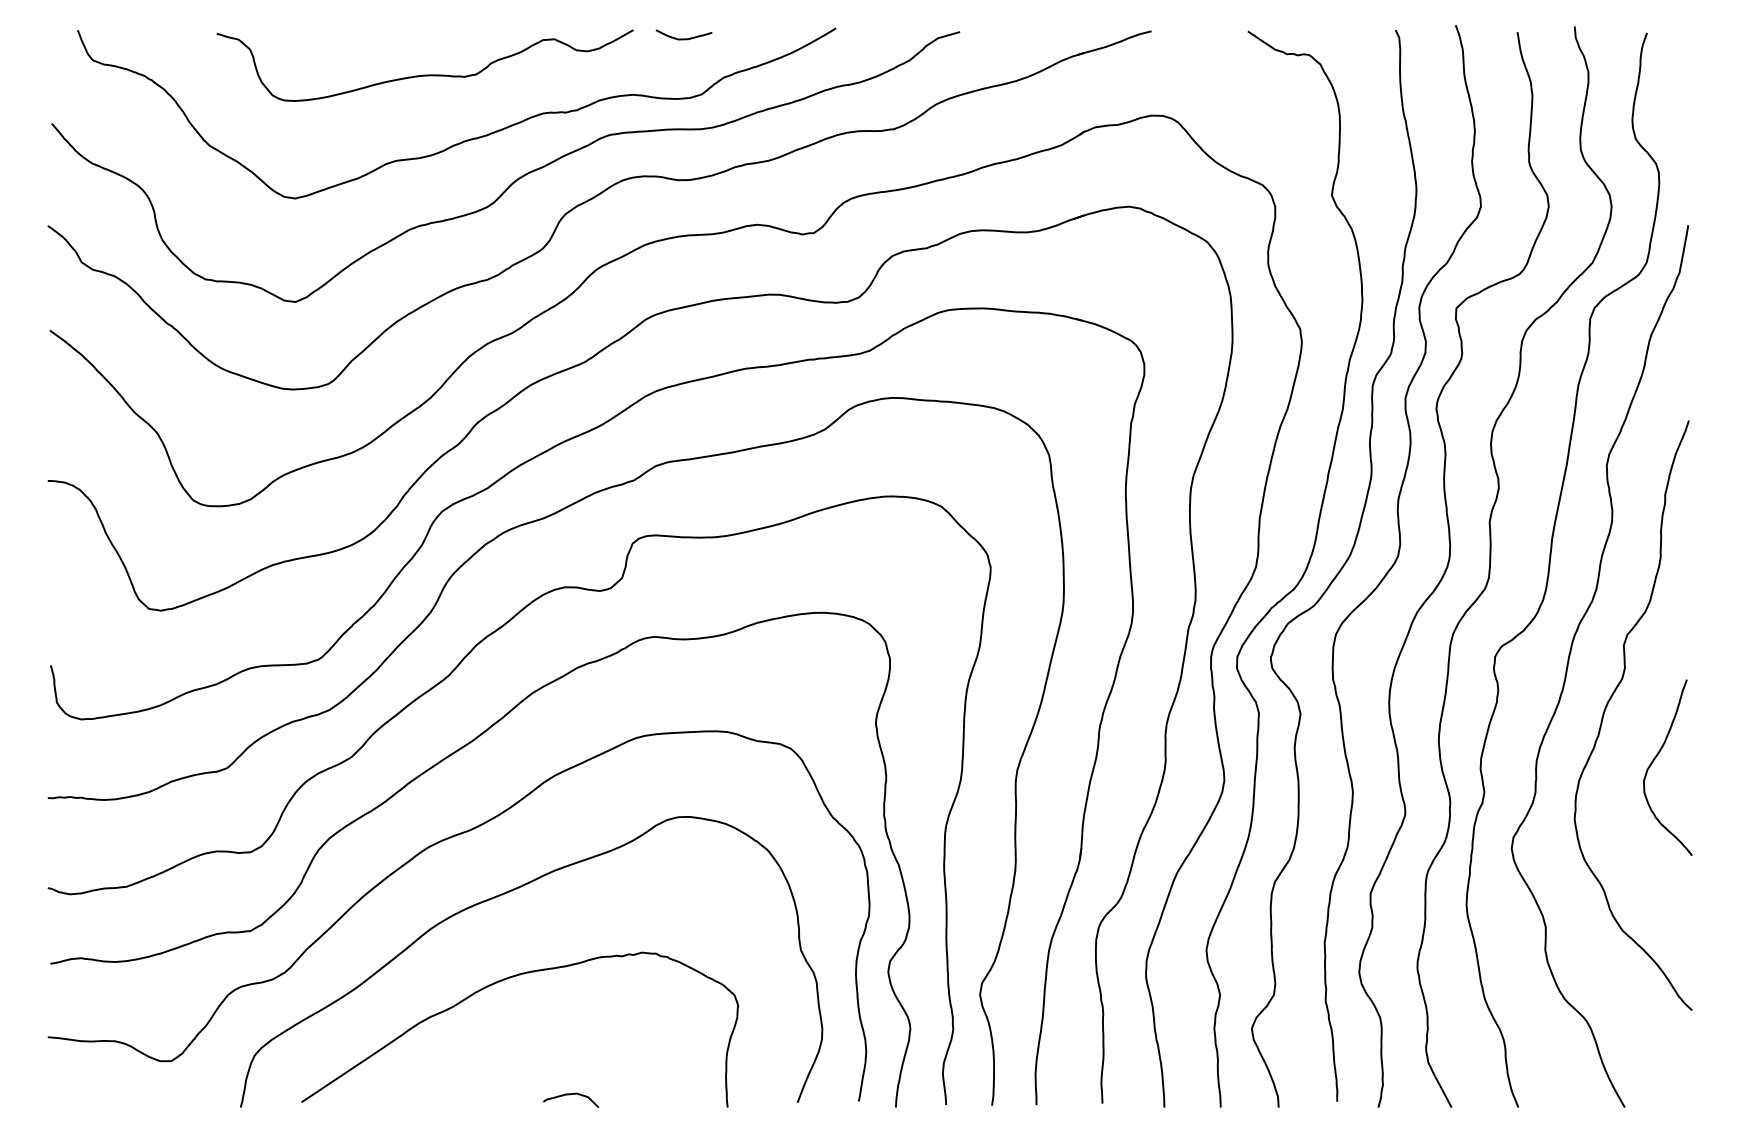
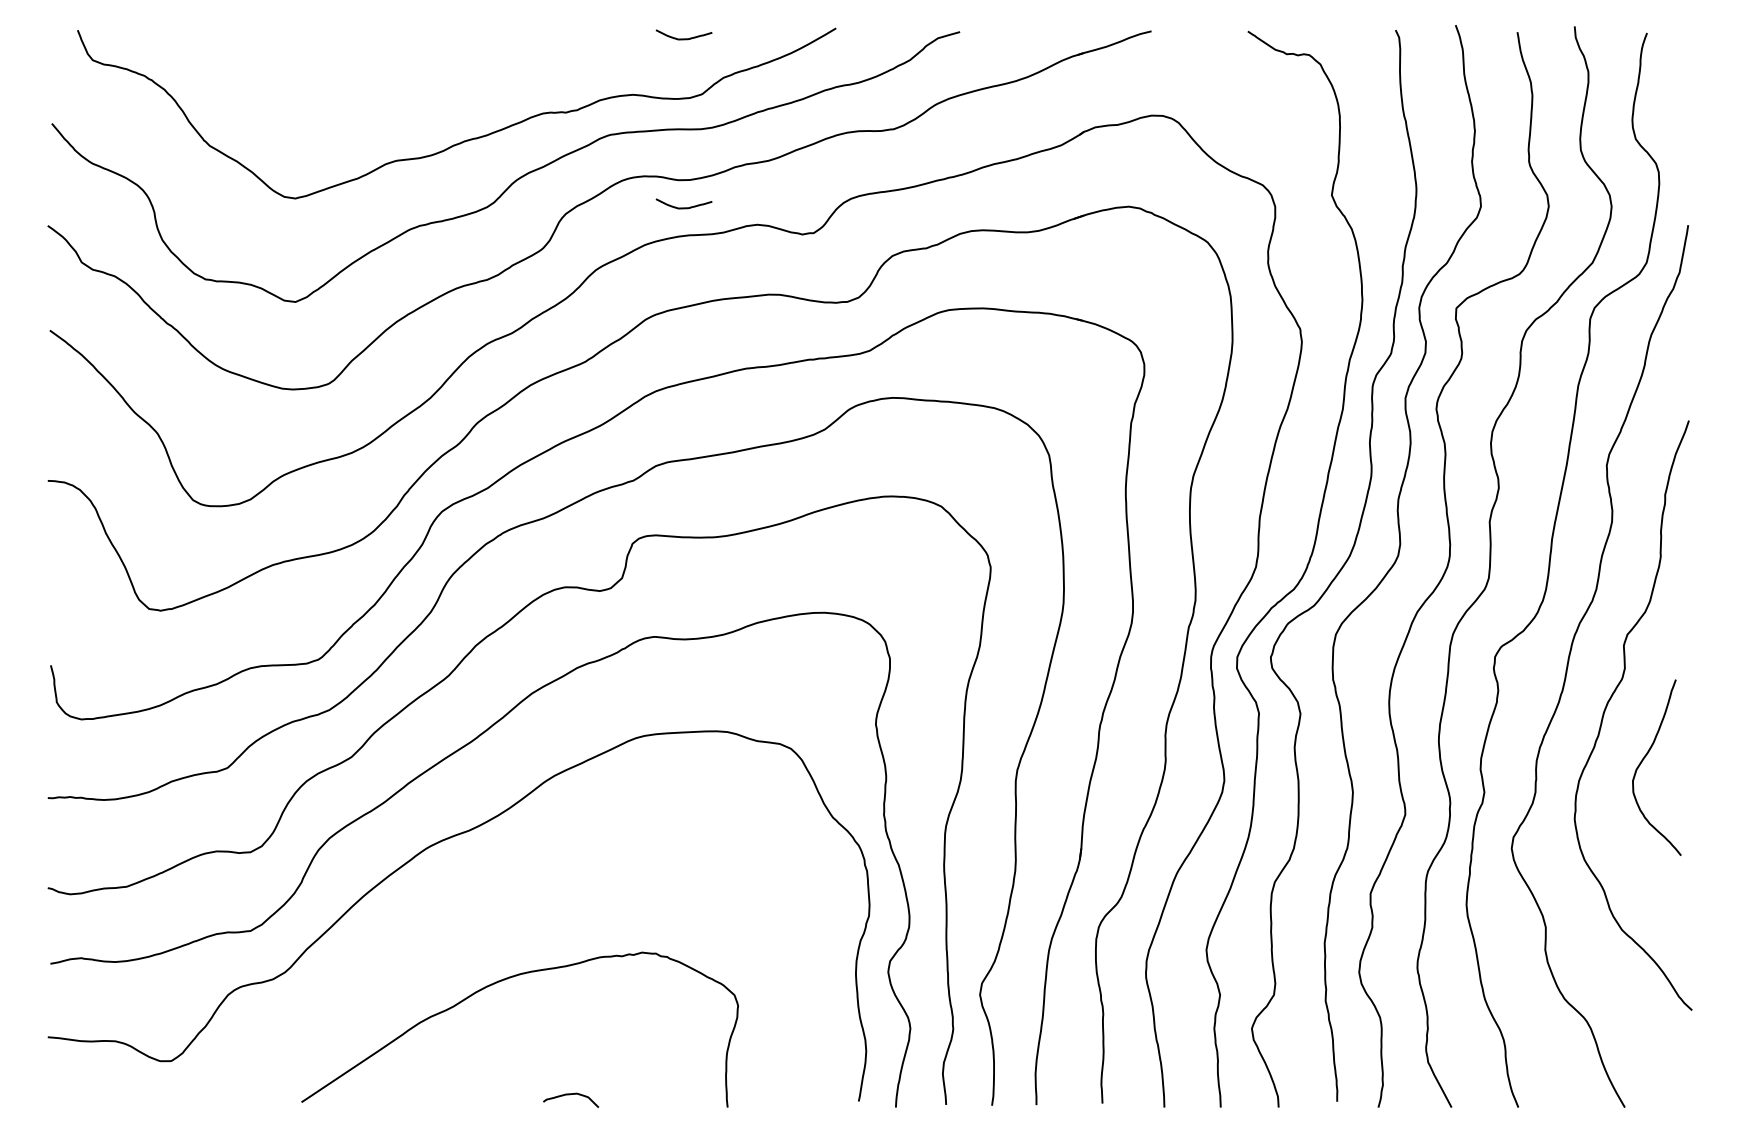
curve at (424, 74): present -> none
curve at (683, 207): none -> present
curve at (1655, 759) position: (1655, 759) -> (1644, 759)
curve at (502, 895): present -> none
